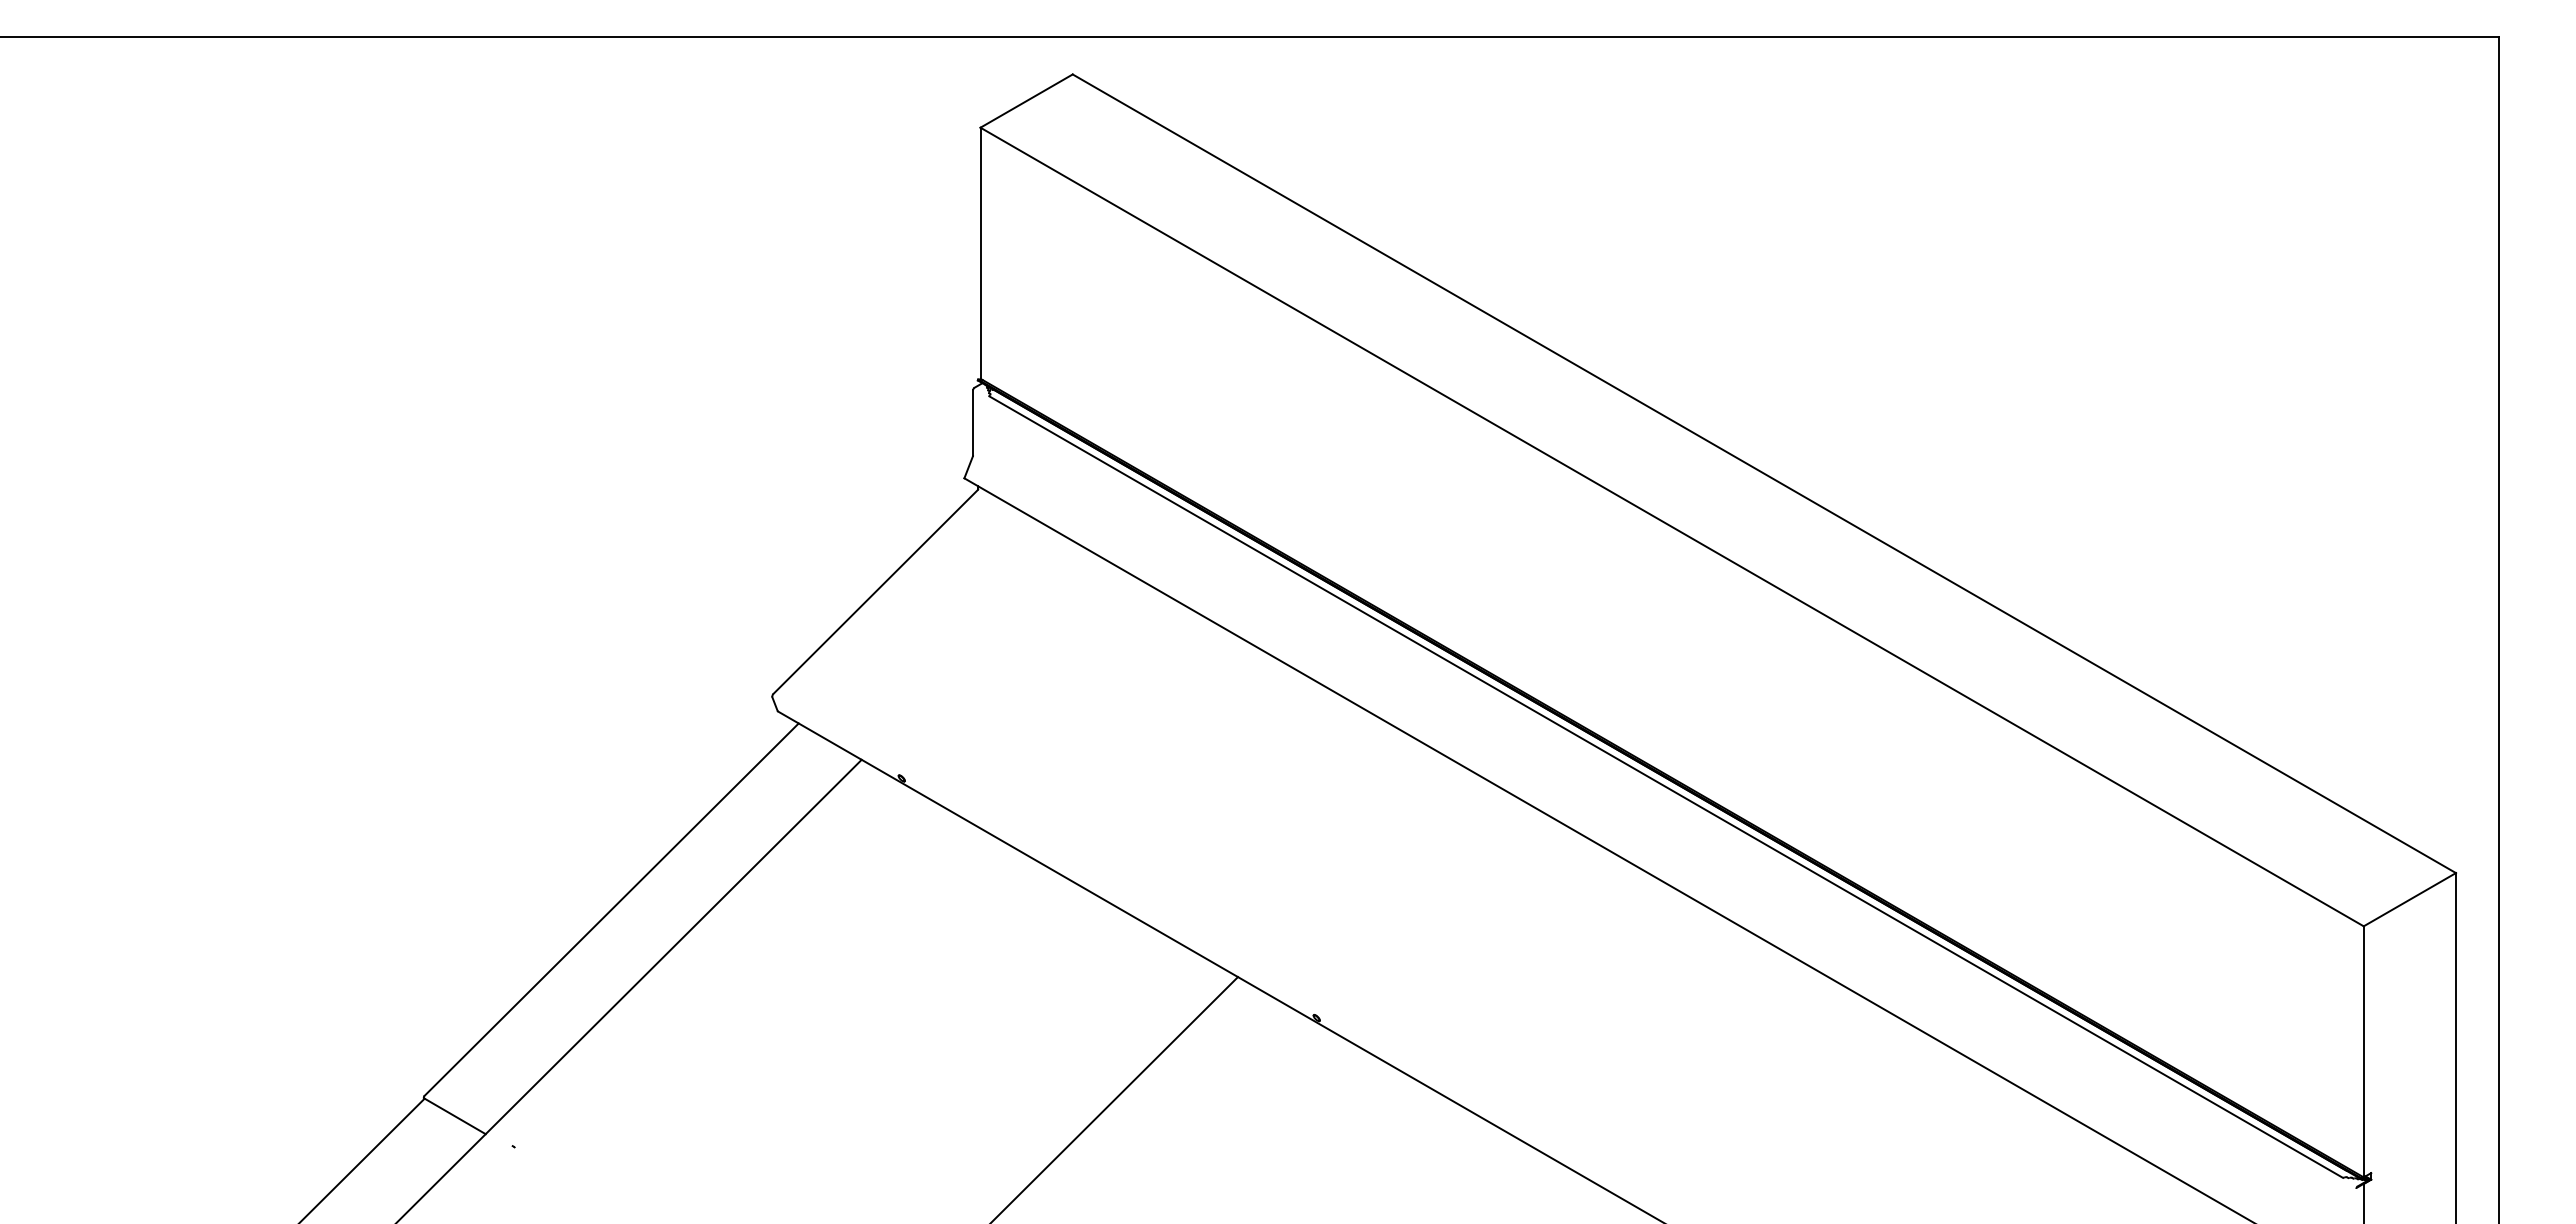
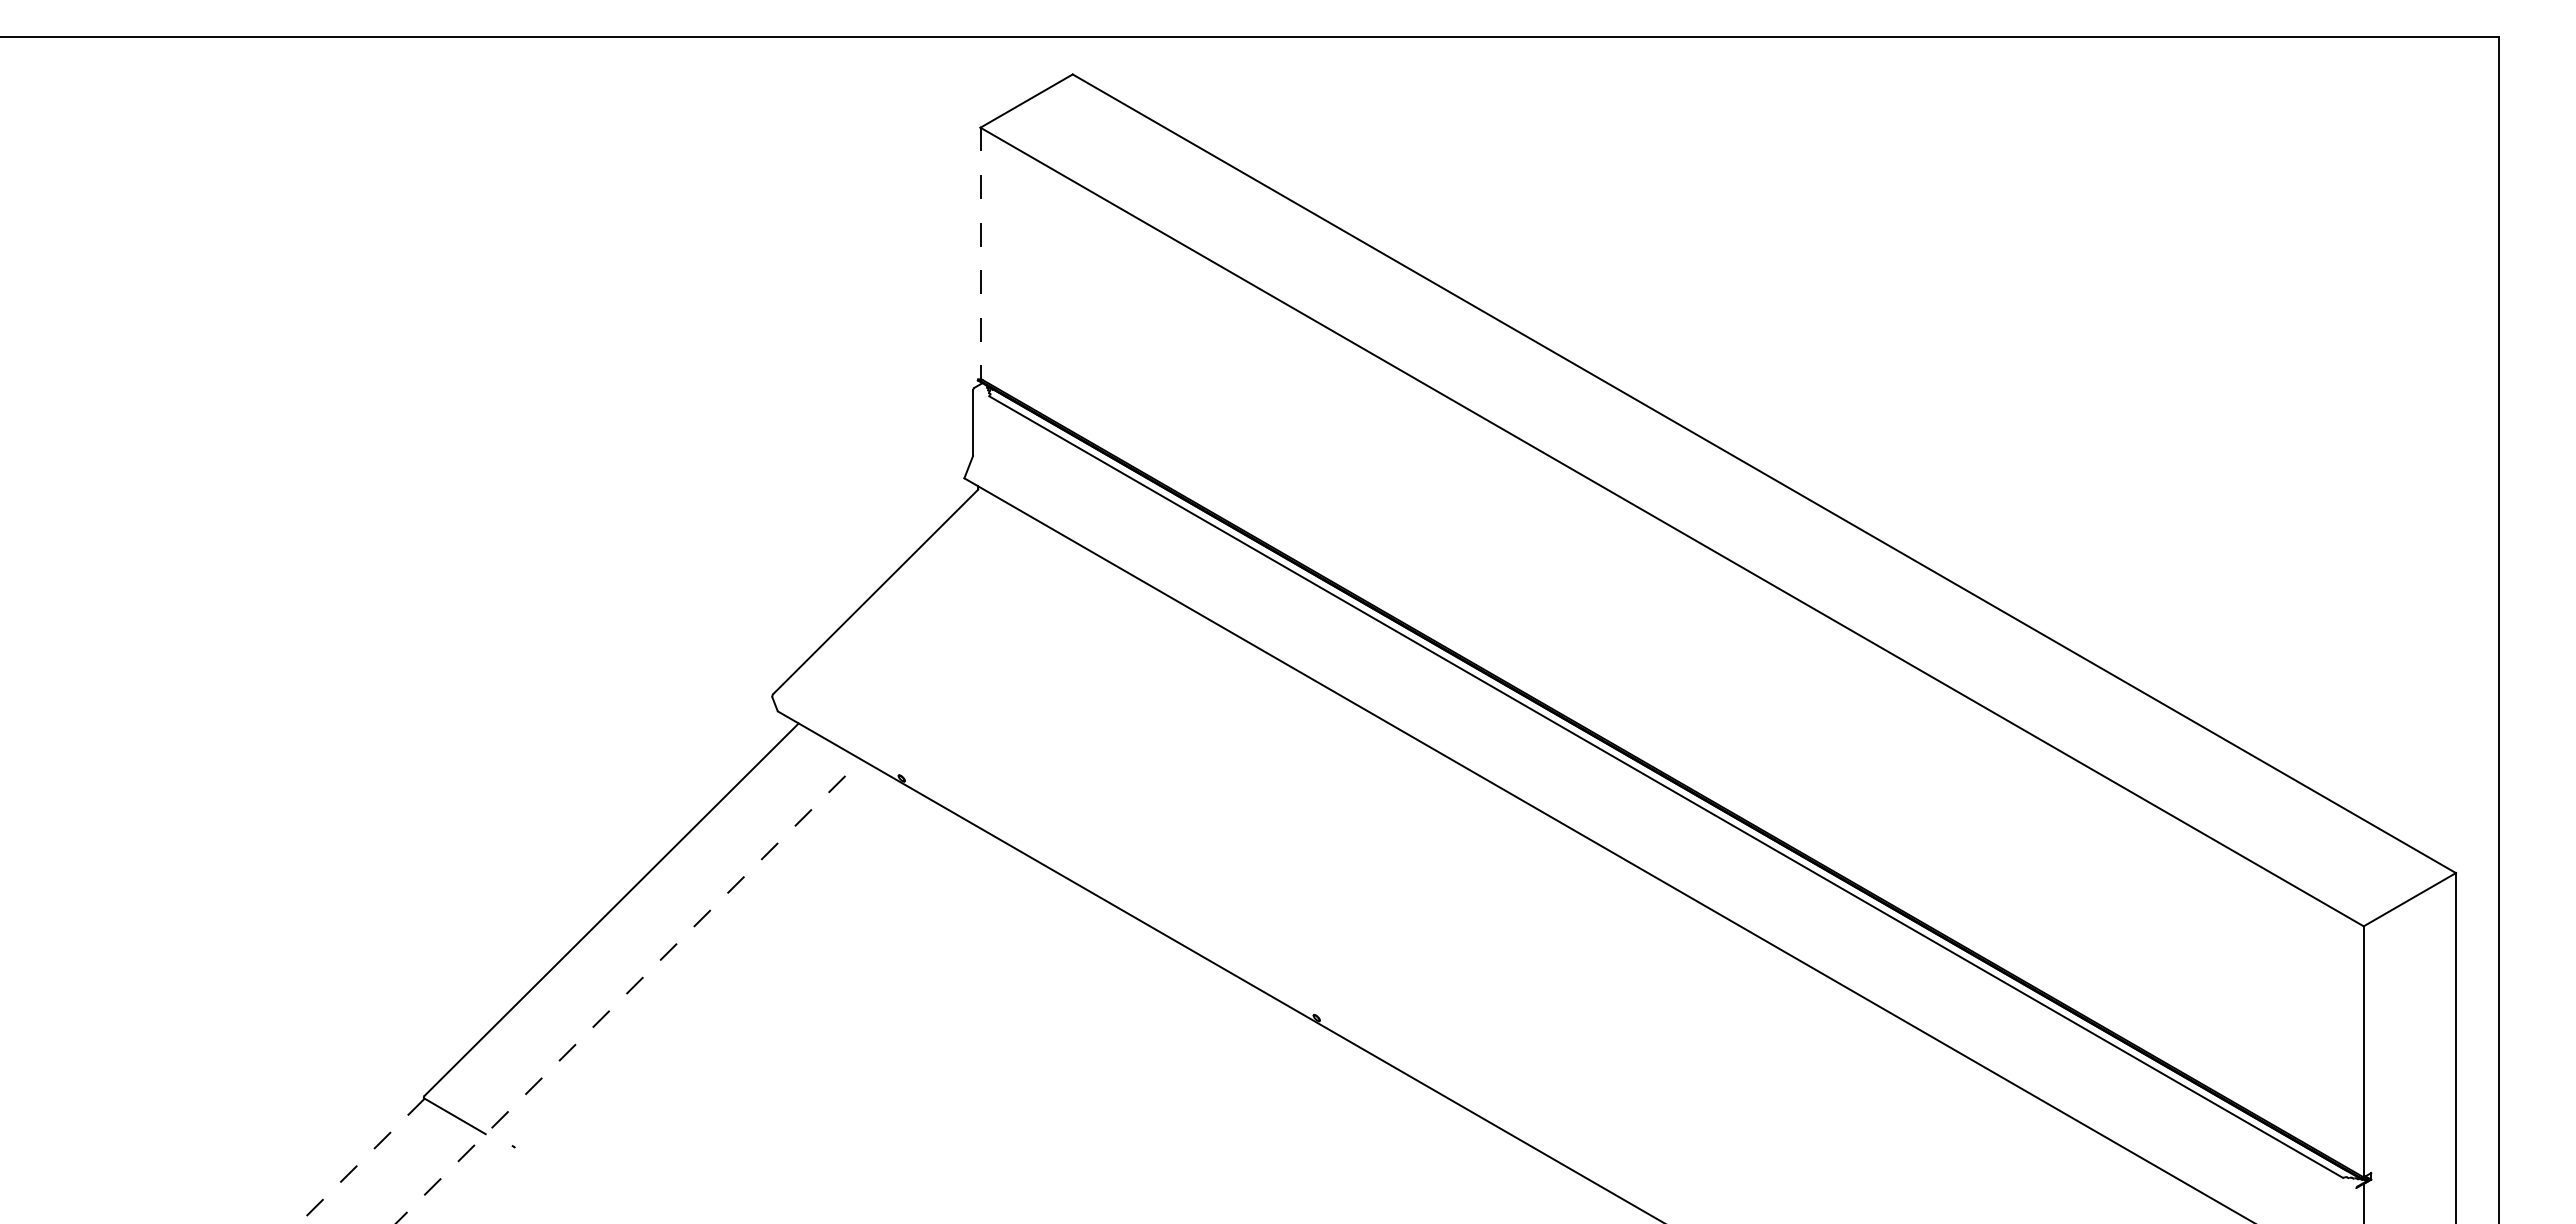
line at (980, 253): solid -> dashed
line at (628, 991): solid -> dashed
line at (1115, 1098): present -> none
line at (361, 1161): solid -> dashed
